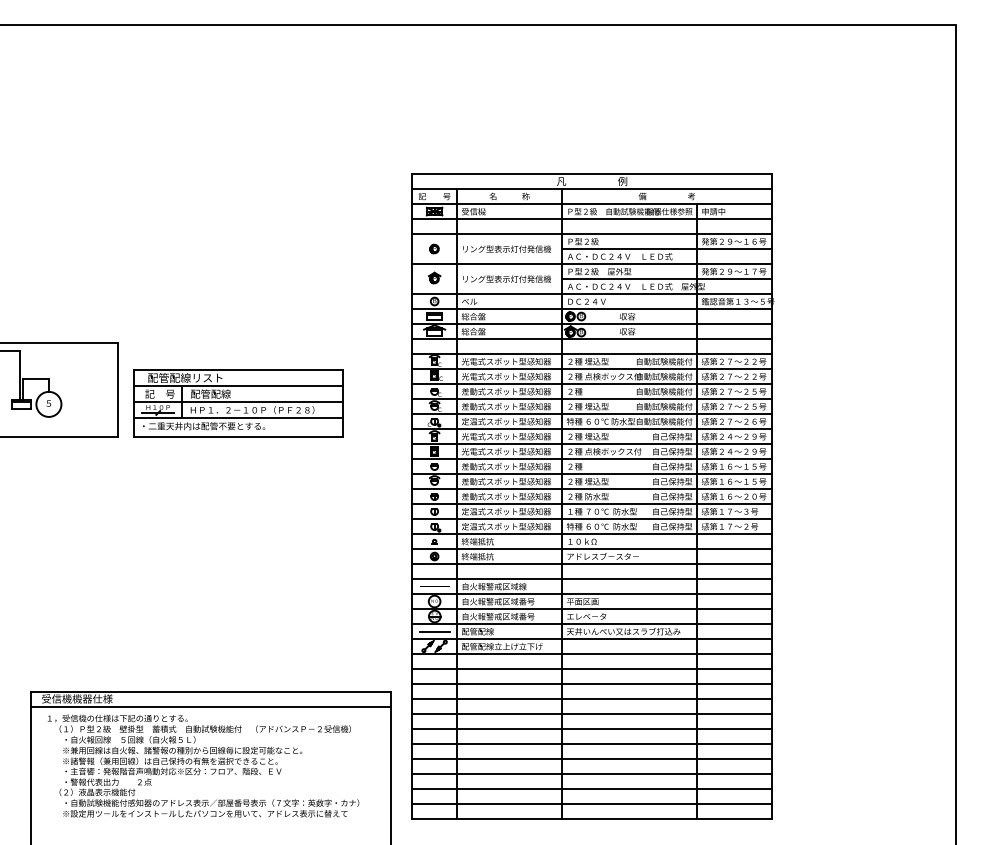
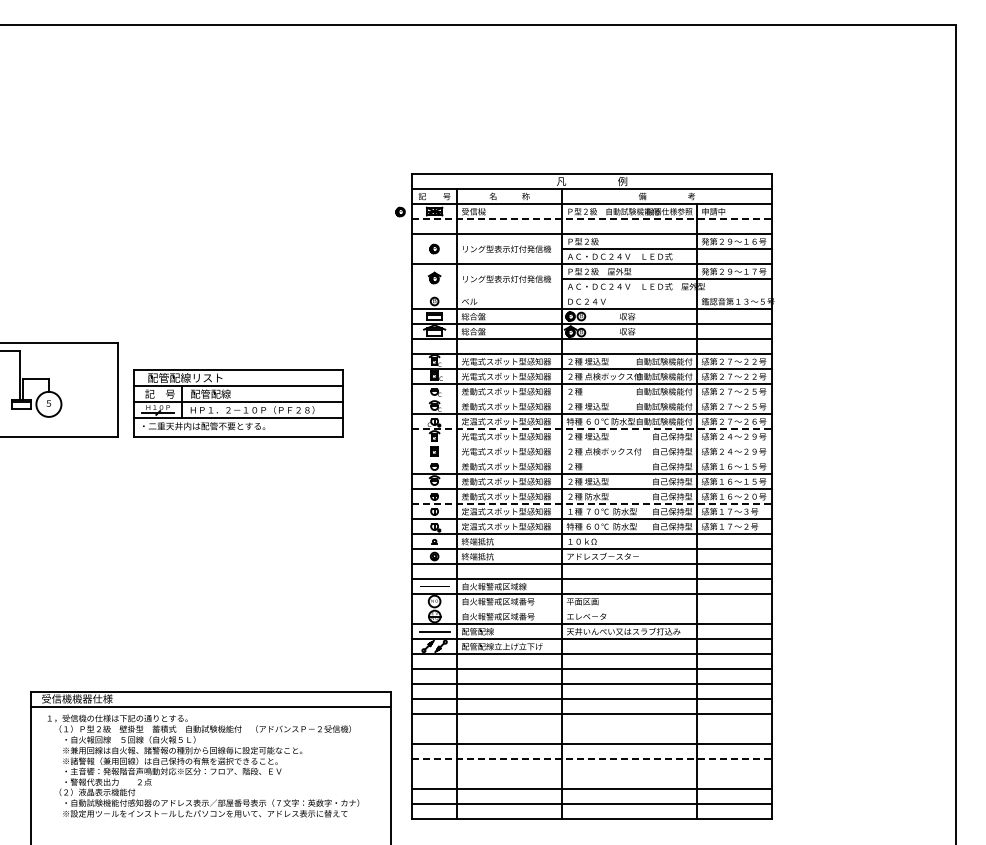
part at (400, 211): none -> present
line at (592, 219): solid -> dashed
line at (592, 294): present -> none
line at (592, 399): present -> none
line at (592, 429): solid -> dashed
line at (592, 444): present -> none
line at (592, 459): present -> none
line at (592, 504): solid -> dashed
line at (592, 609): present -> none
line at (592, 729): present -> none
line at (592, 759): solid -> dashed
line at (592, 774): present -> none
